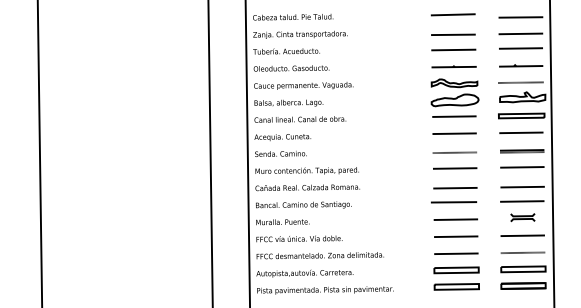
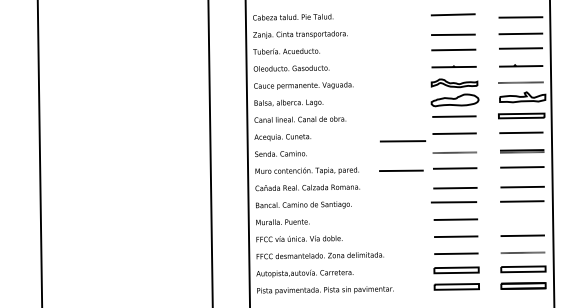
line at (403, 141): none -> present
line at (401, 170): none -> present
part at (522, 217): present -> none
